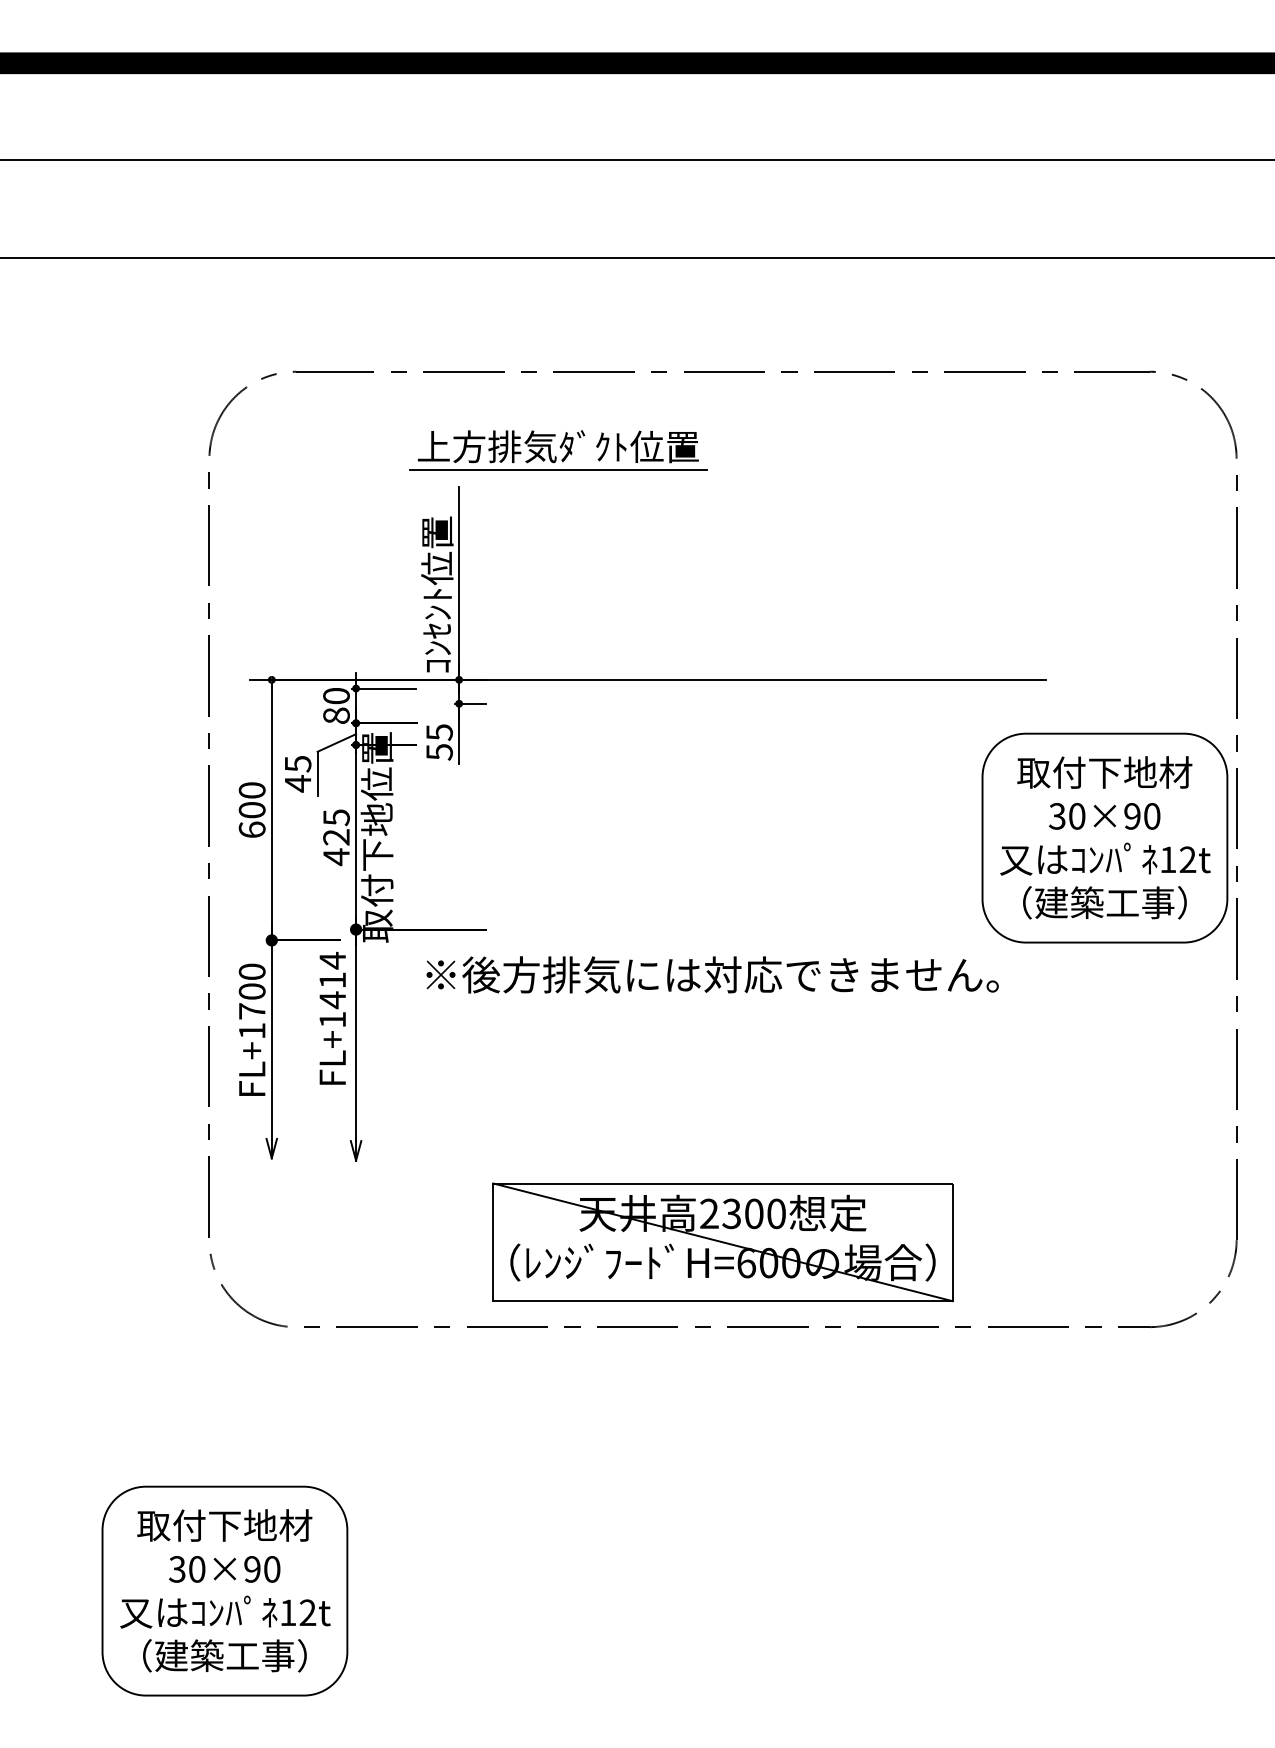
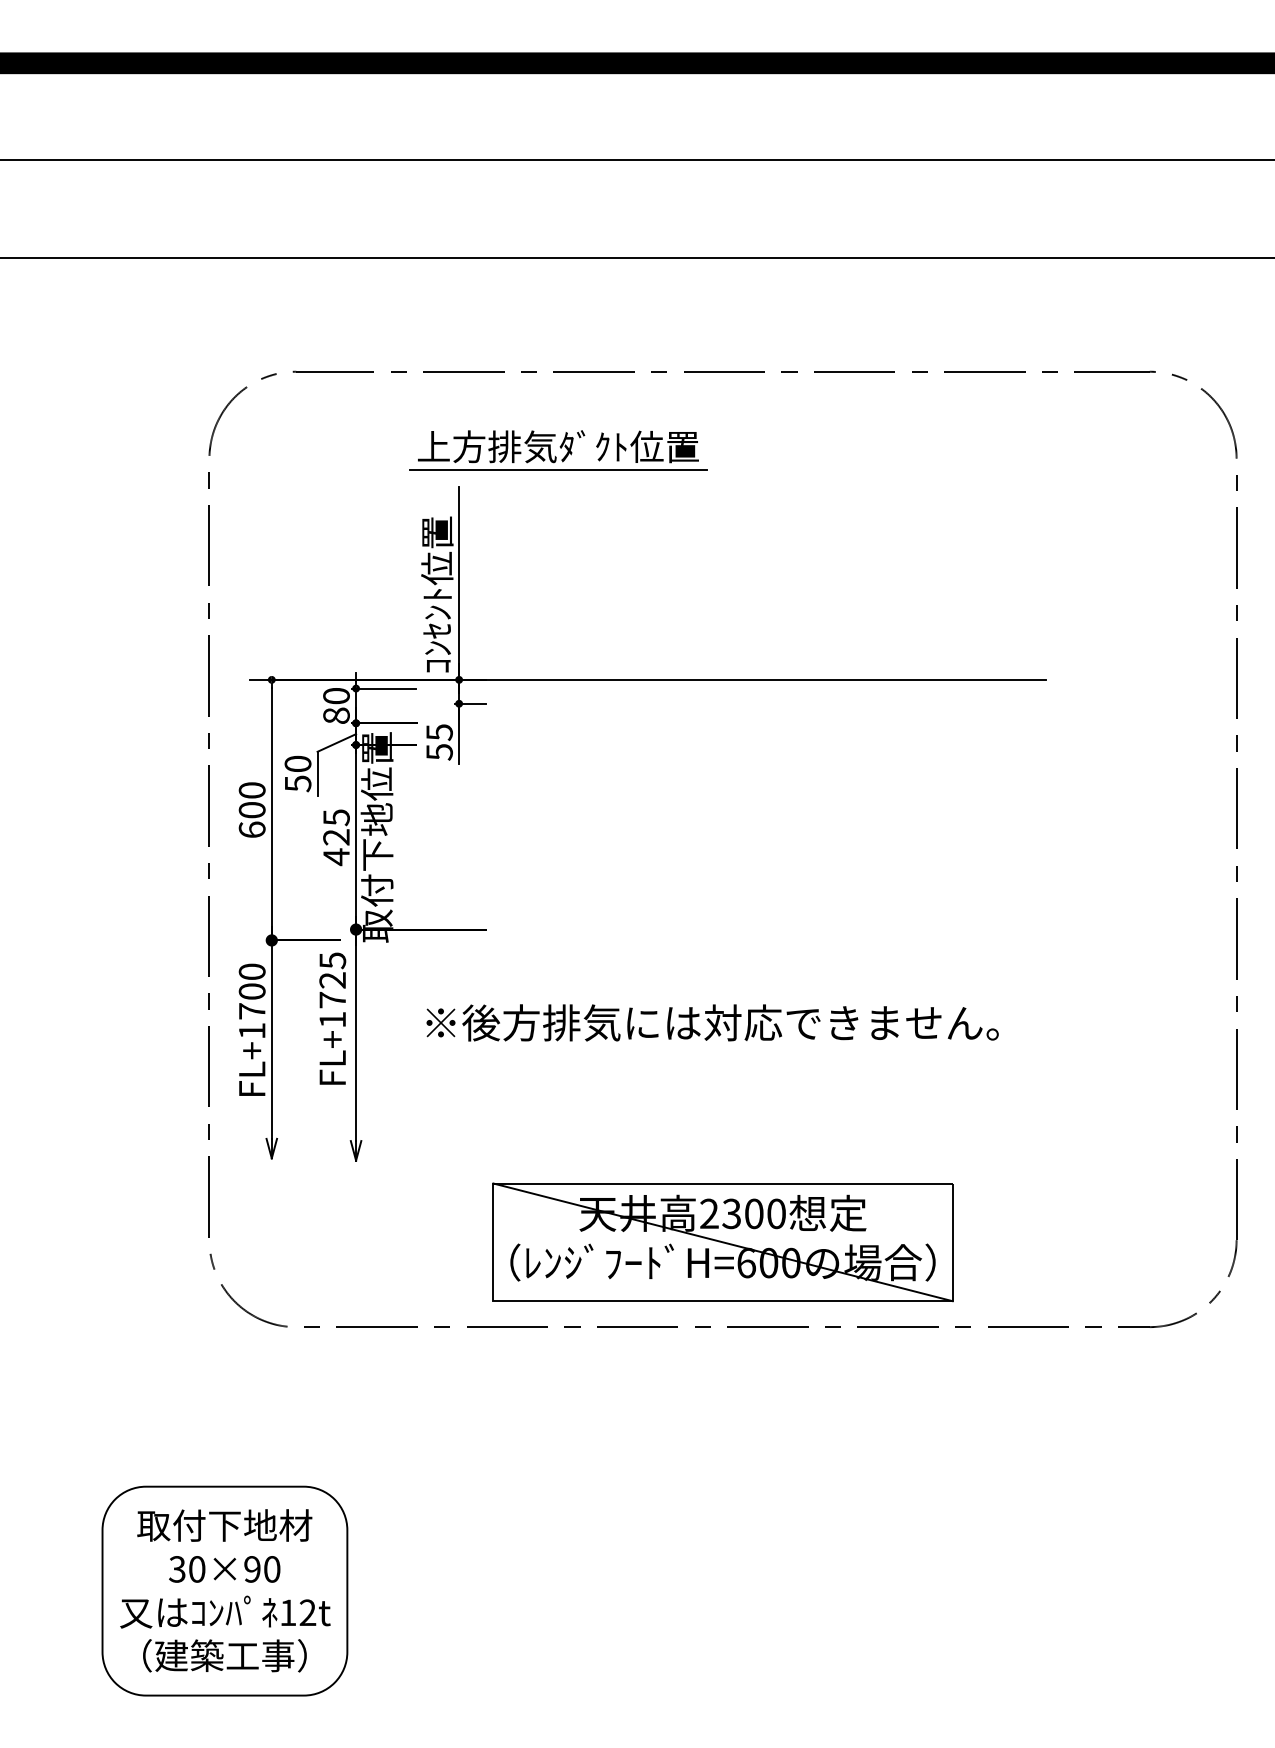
text at (297, 773): 45 -> 50
part at (1104, 837): present -> none
text at (712, 974) position: (712, 974) -> (712, 1022)
text at (332, 980): FL+1414 -> FL+1725
